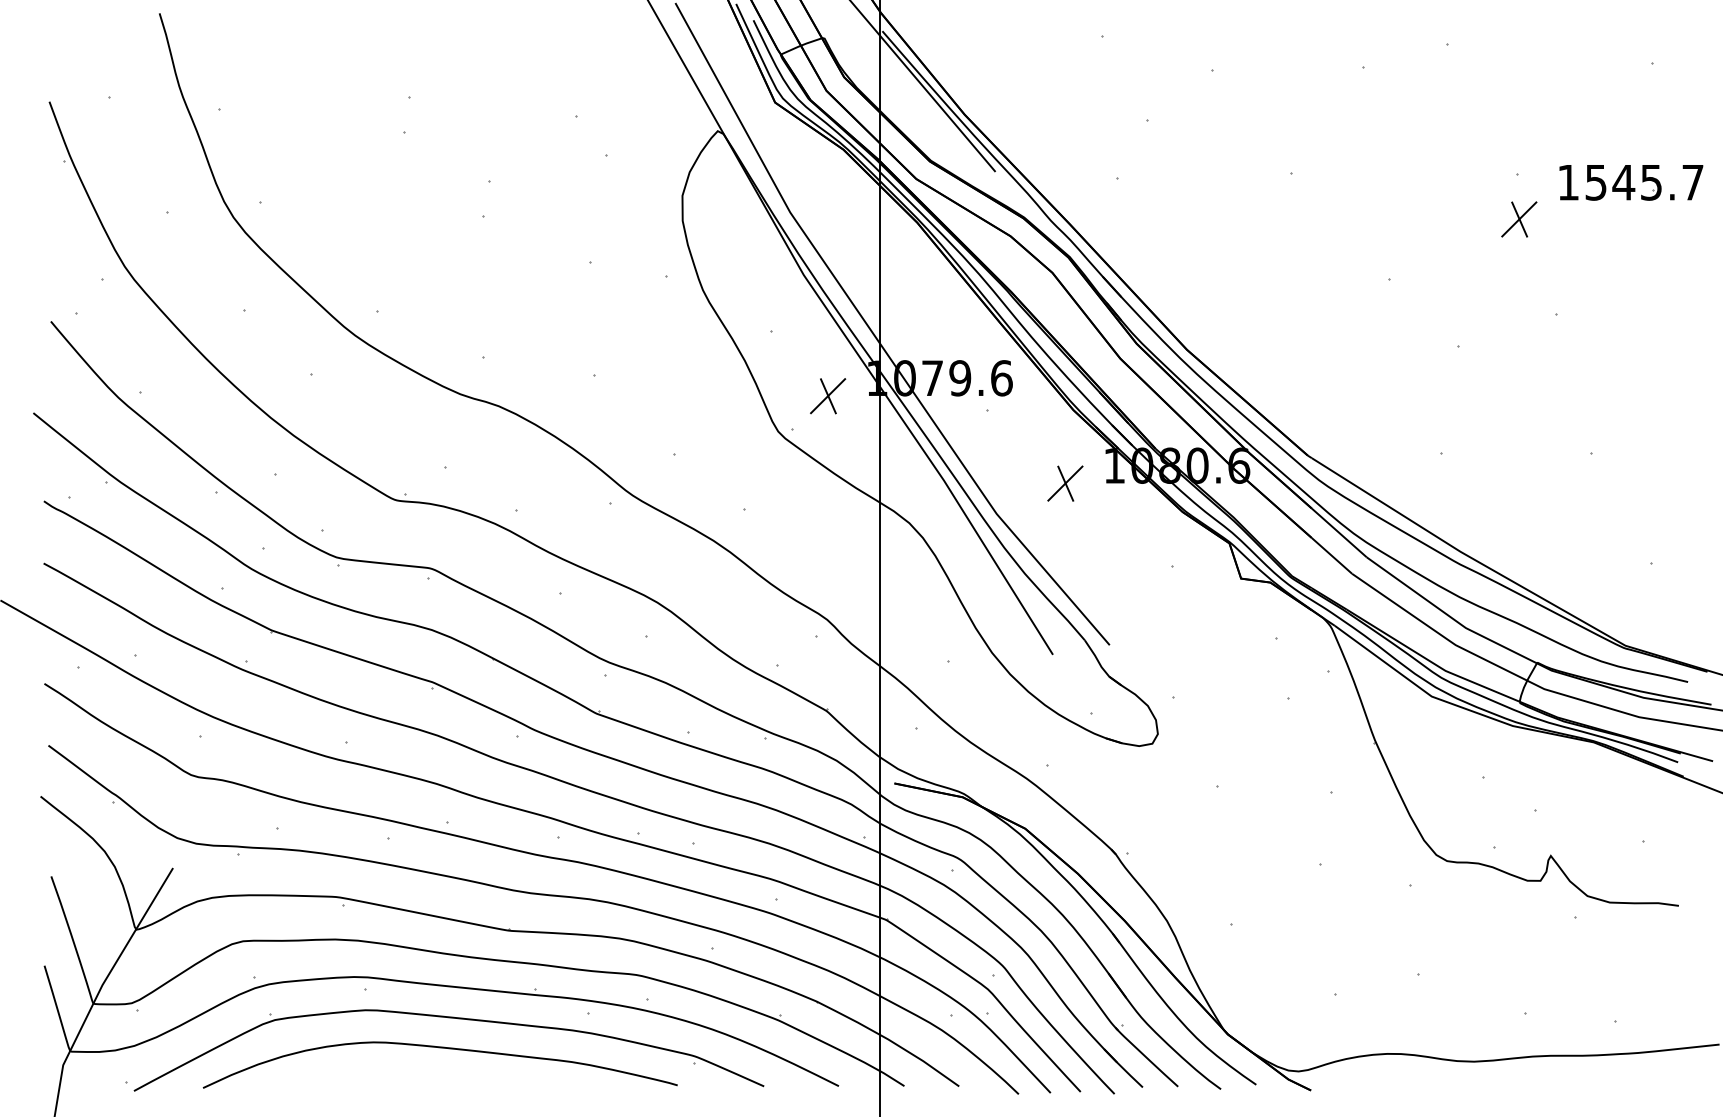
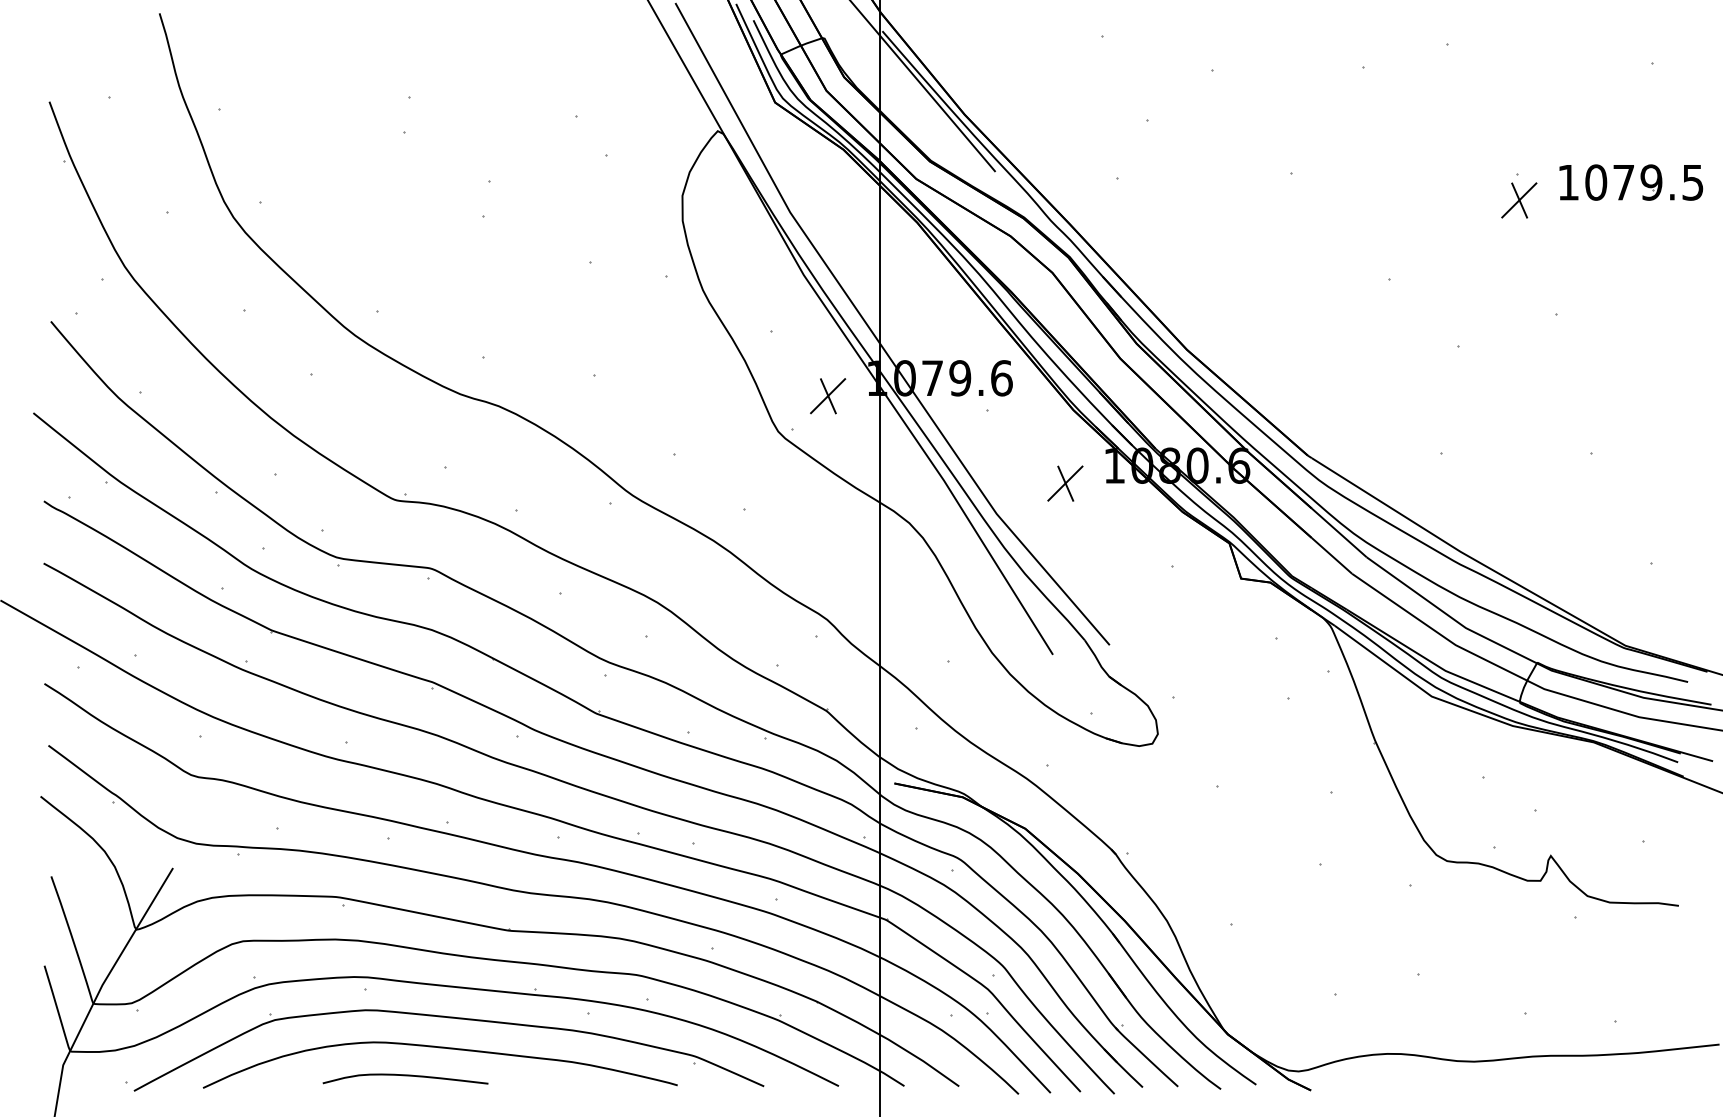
text at (1644, 182): 1545.7 -> 1079.5
part at (1519, 219) position: (1519, 219) -> (1519, 200)
curve at (405, 1076): none -> present
